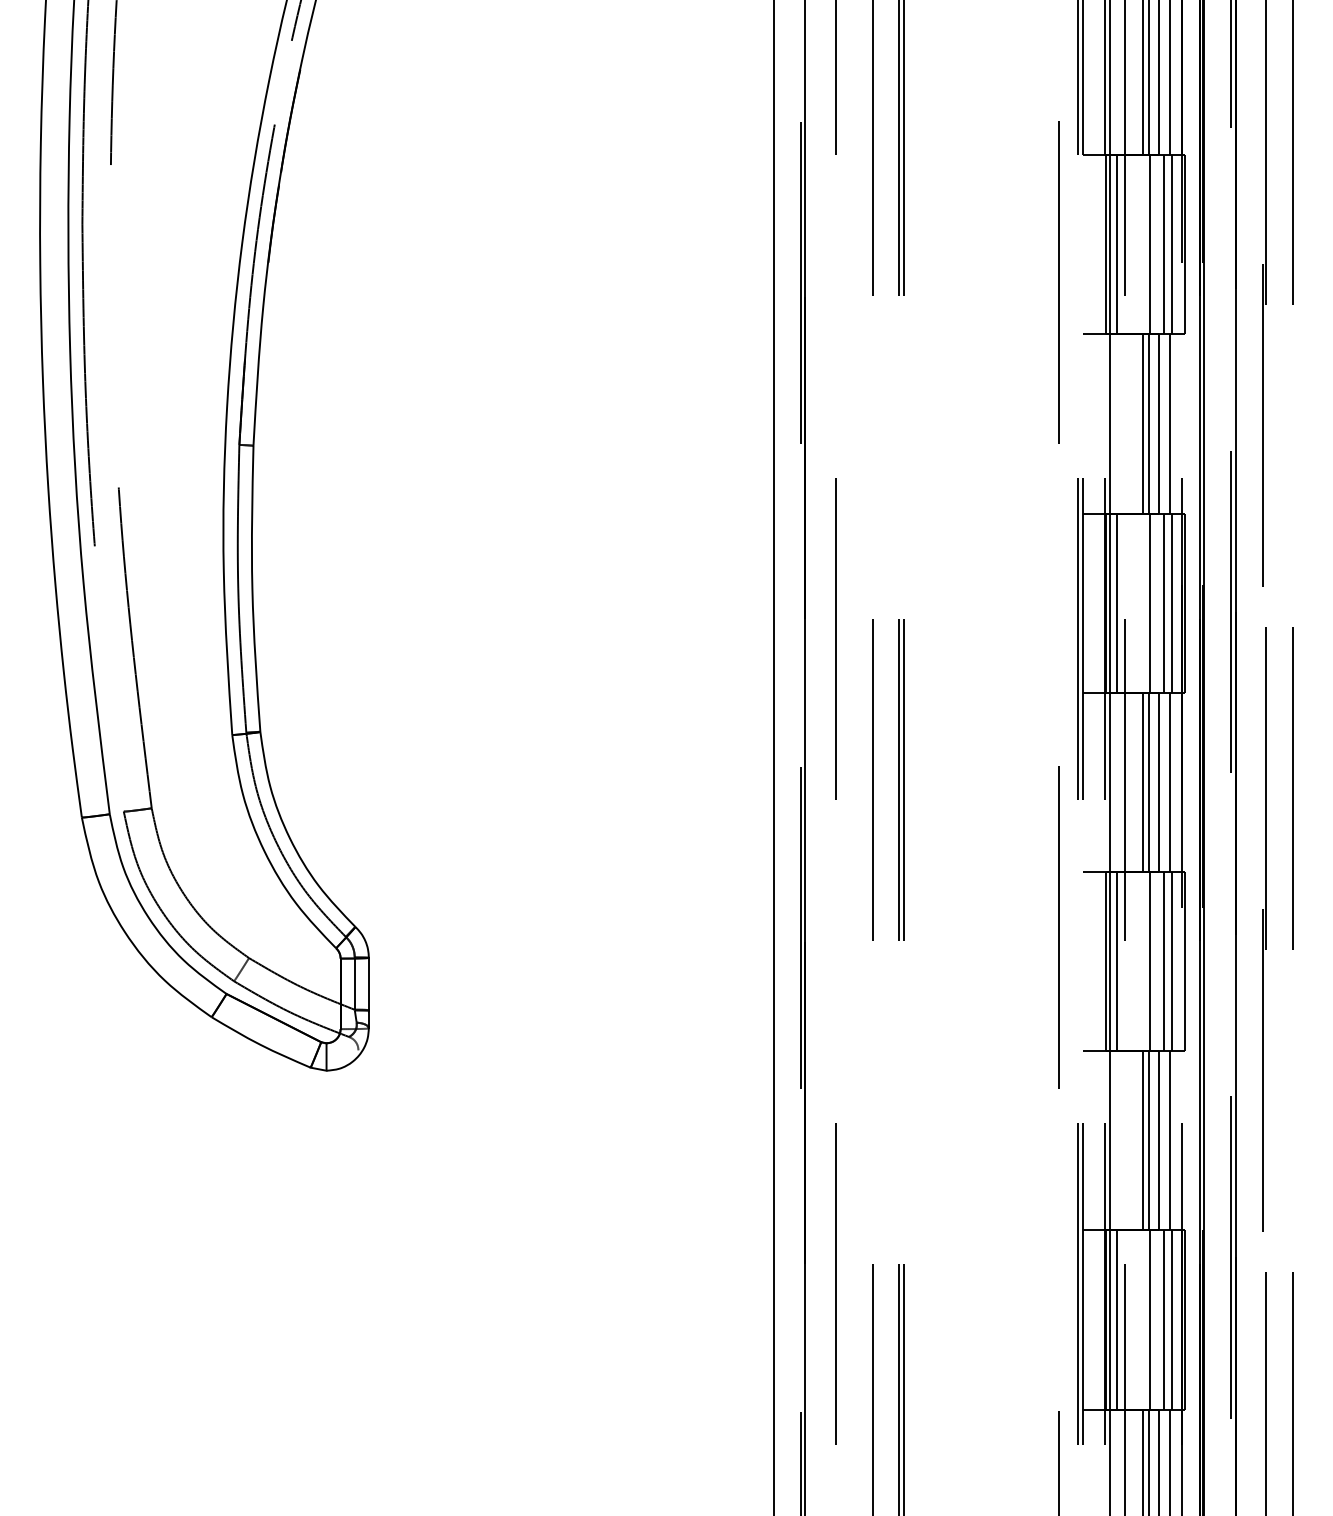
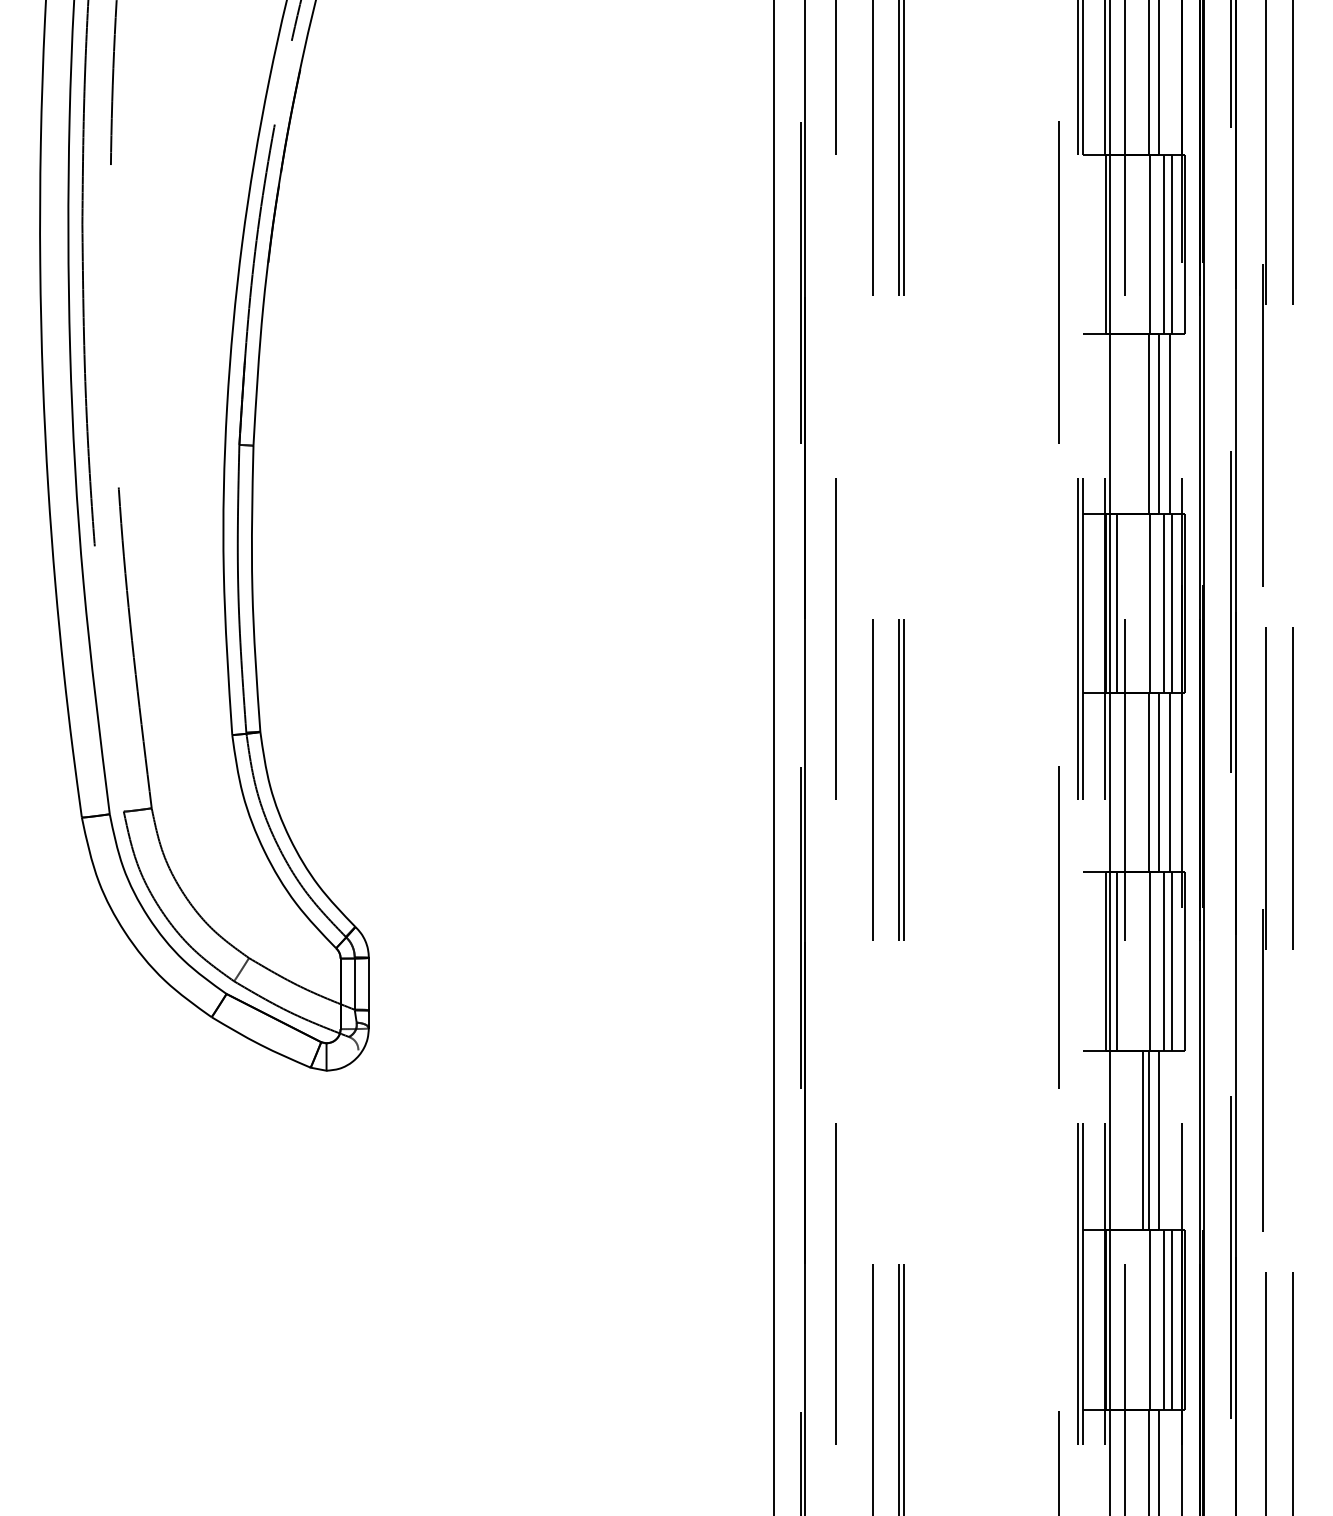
line at (1143, 78): present -> none
line at (1169, 78): present -> none
line at (1116, 244): present -> none
line at (1143, 423): present -> none
line at (1143, 781): present -> none
line at (1169, 1140): present -> none
line at (1116, 1319): present -> none
line at (1143, 1460): present -> none
line at (1169, 1460): present -> none
